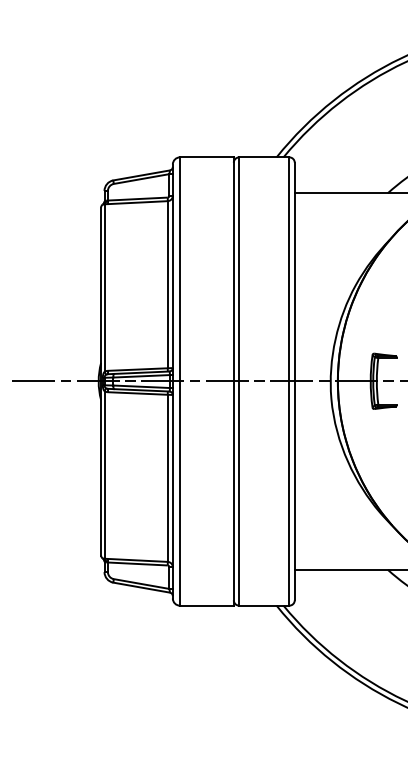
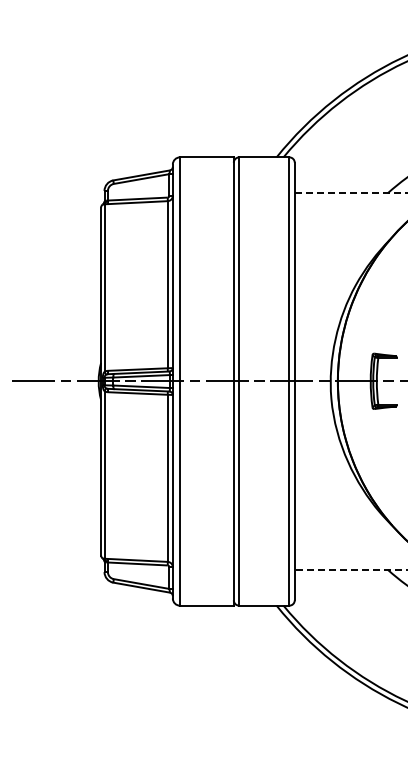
line at (350, 193): solid -> dashed
line at (350, 569): solid -> dashed
